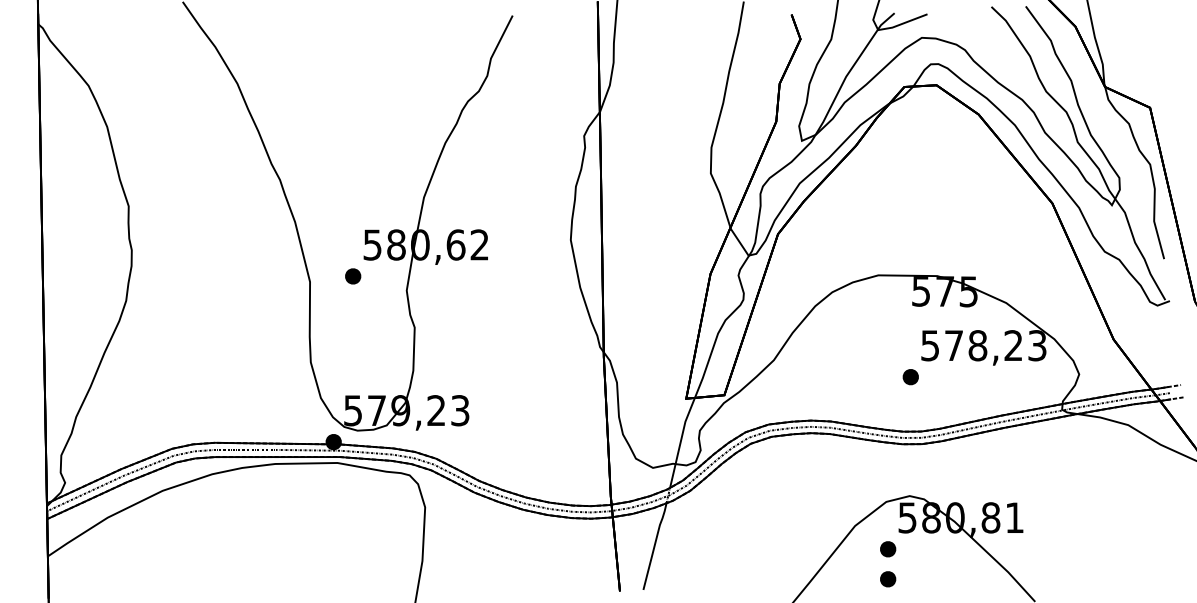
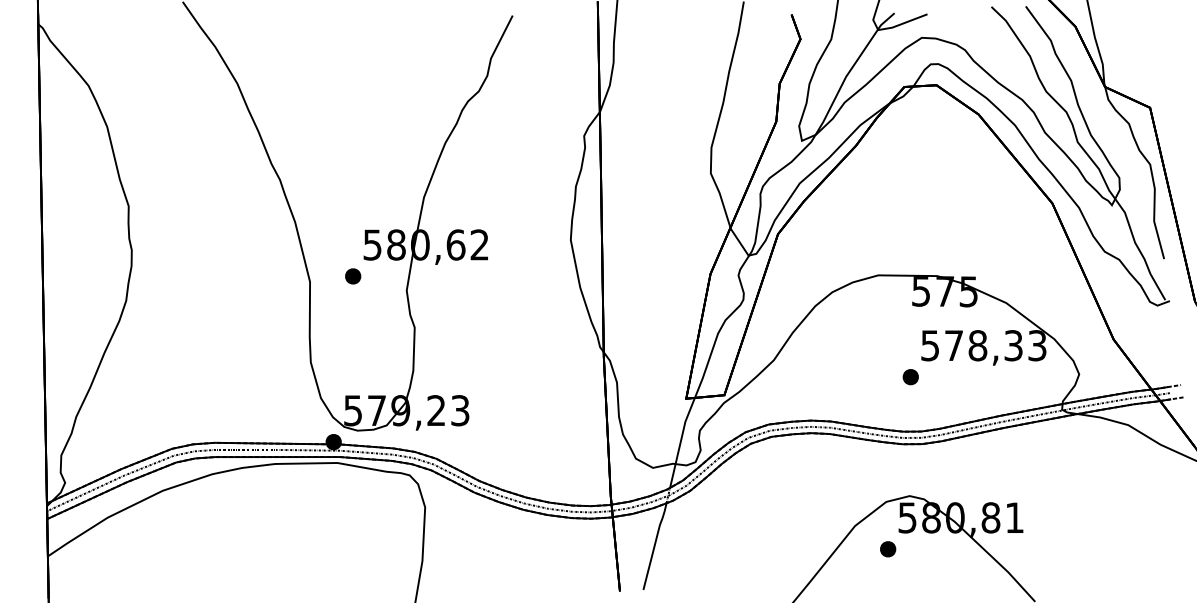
text at (1013, 345): 578,23 -> 578,33
part at (888, 579): present -> none
